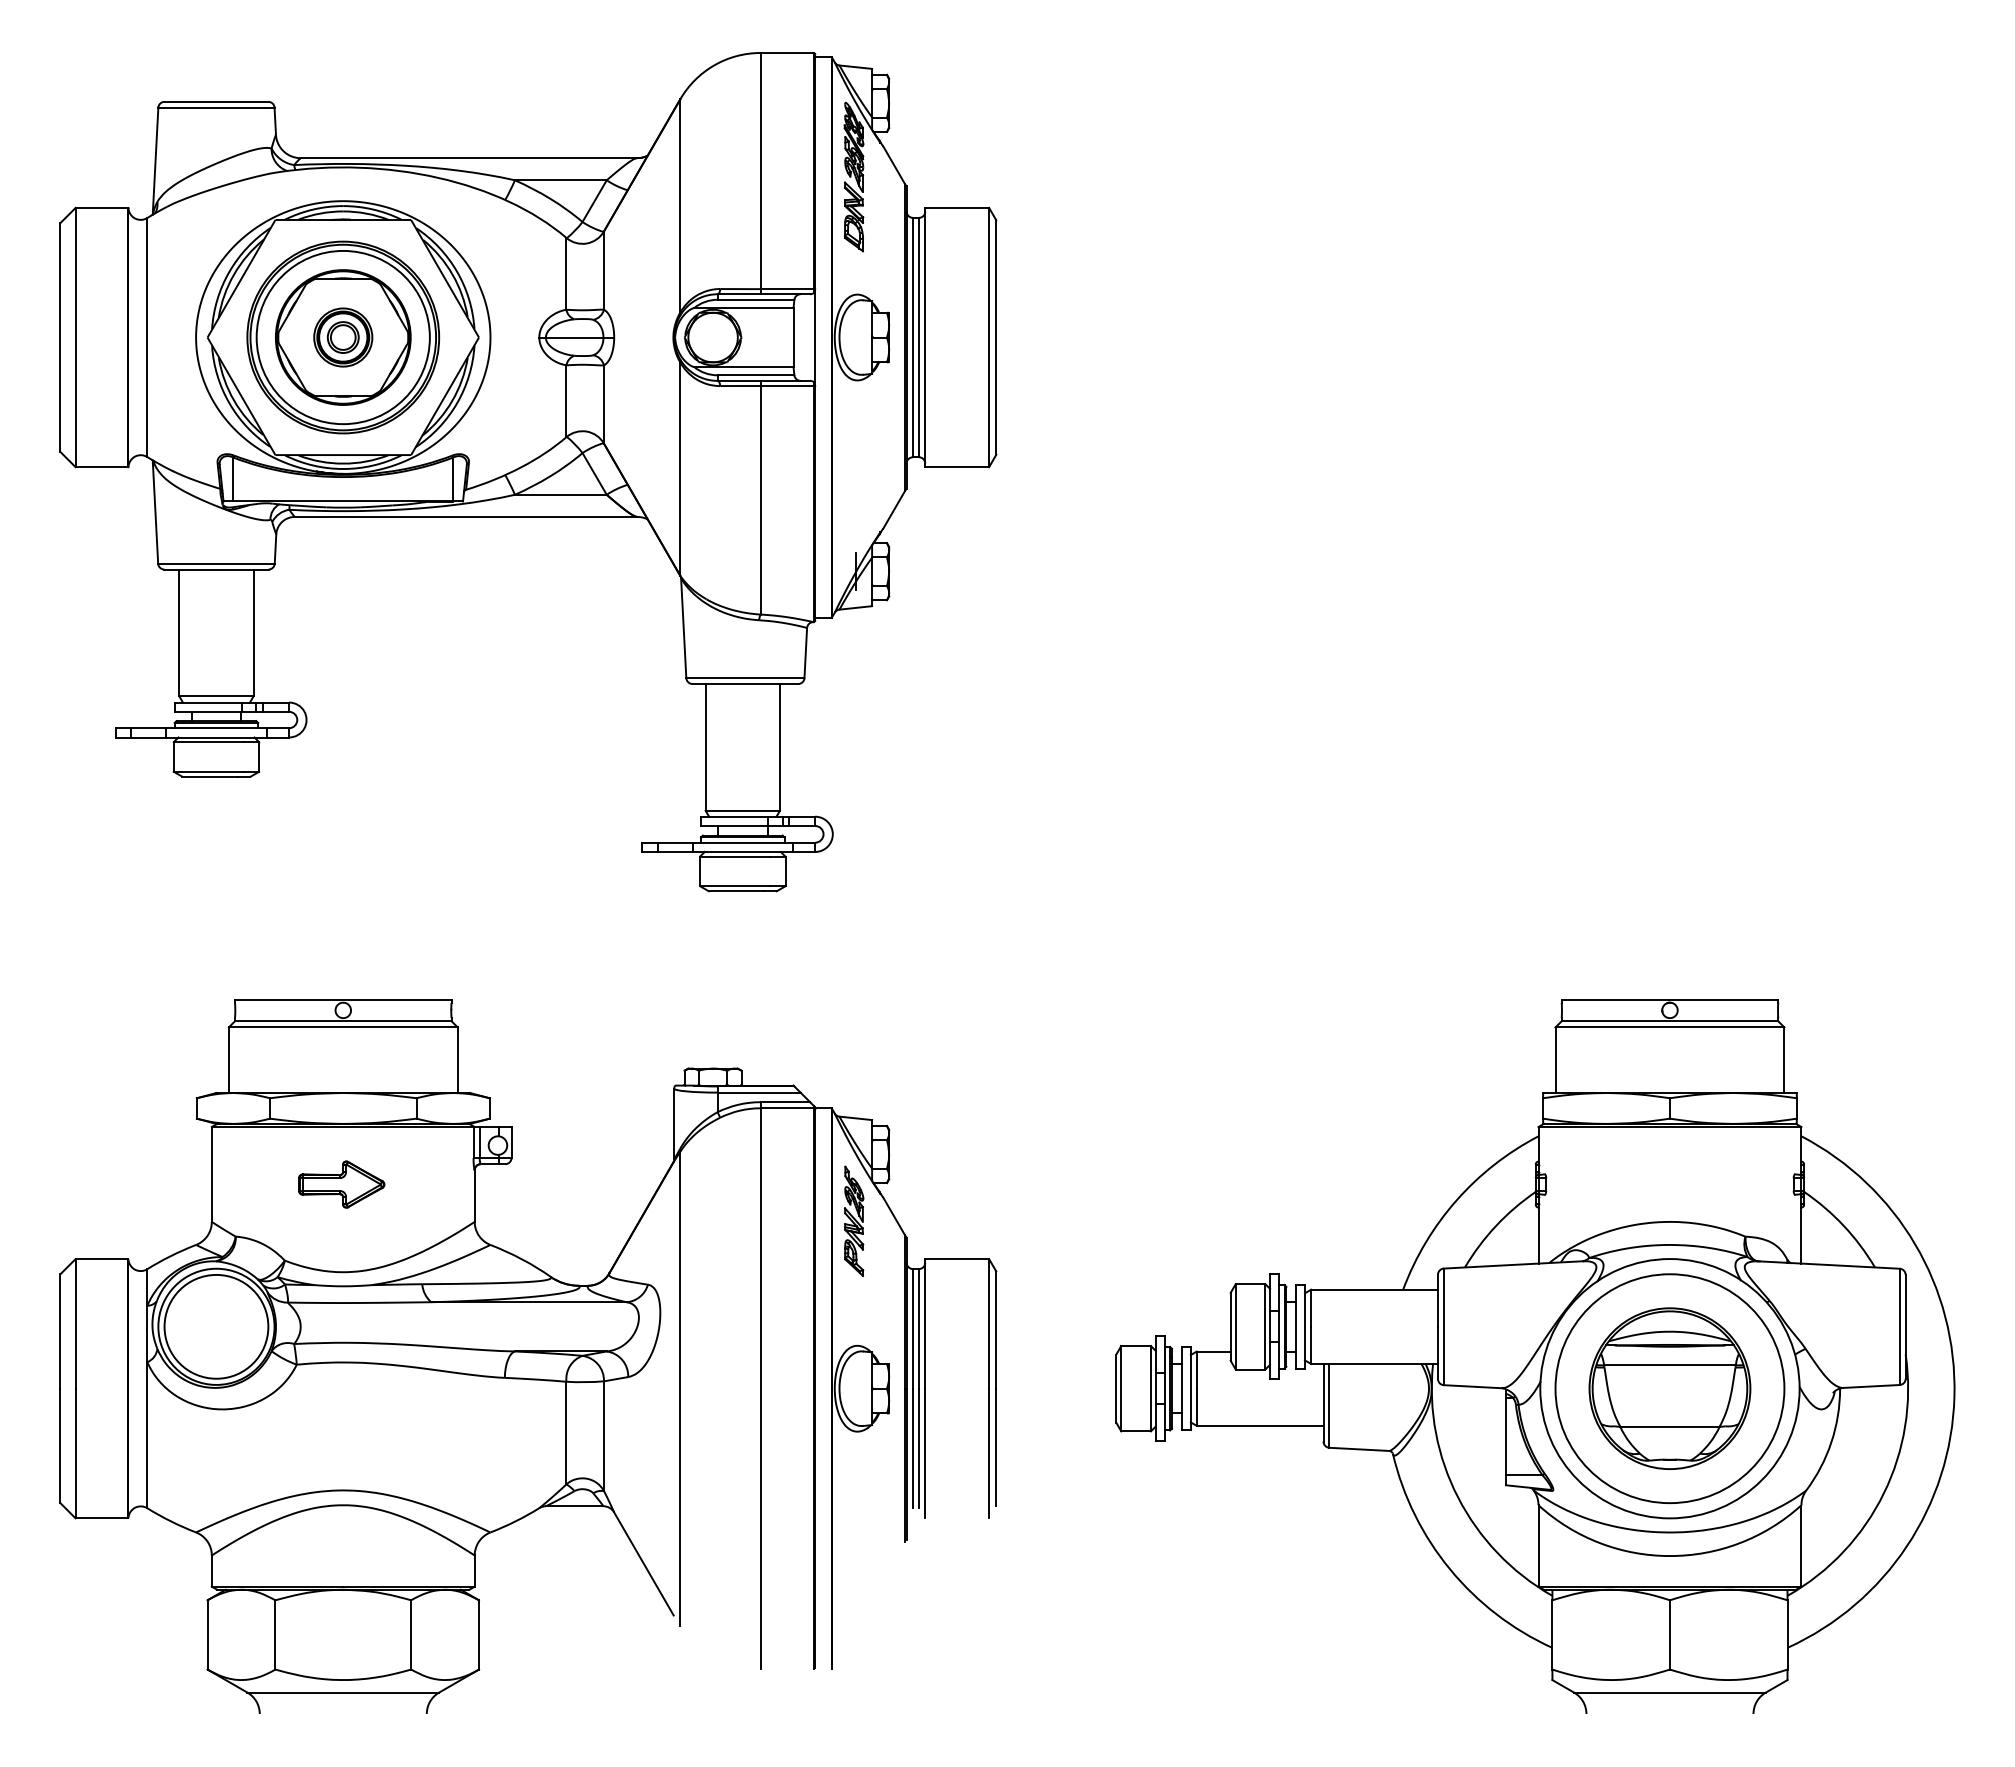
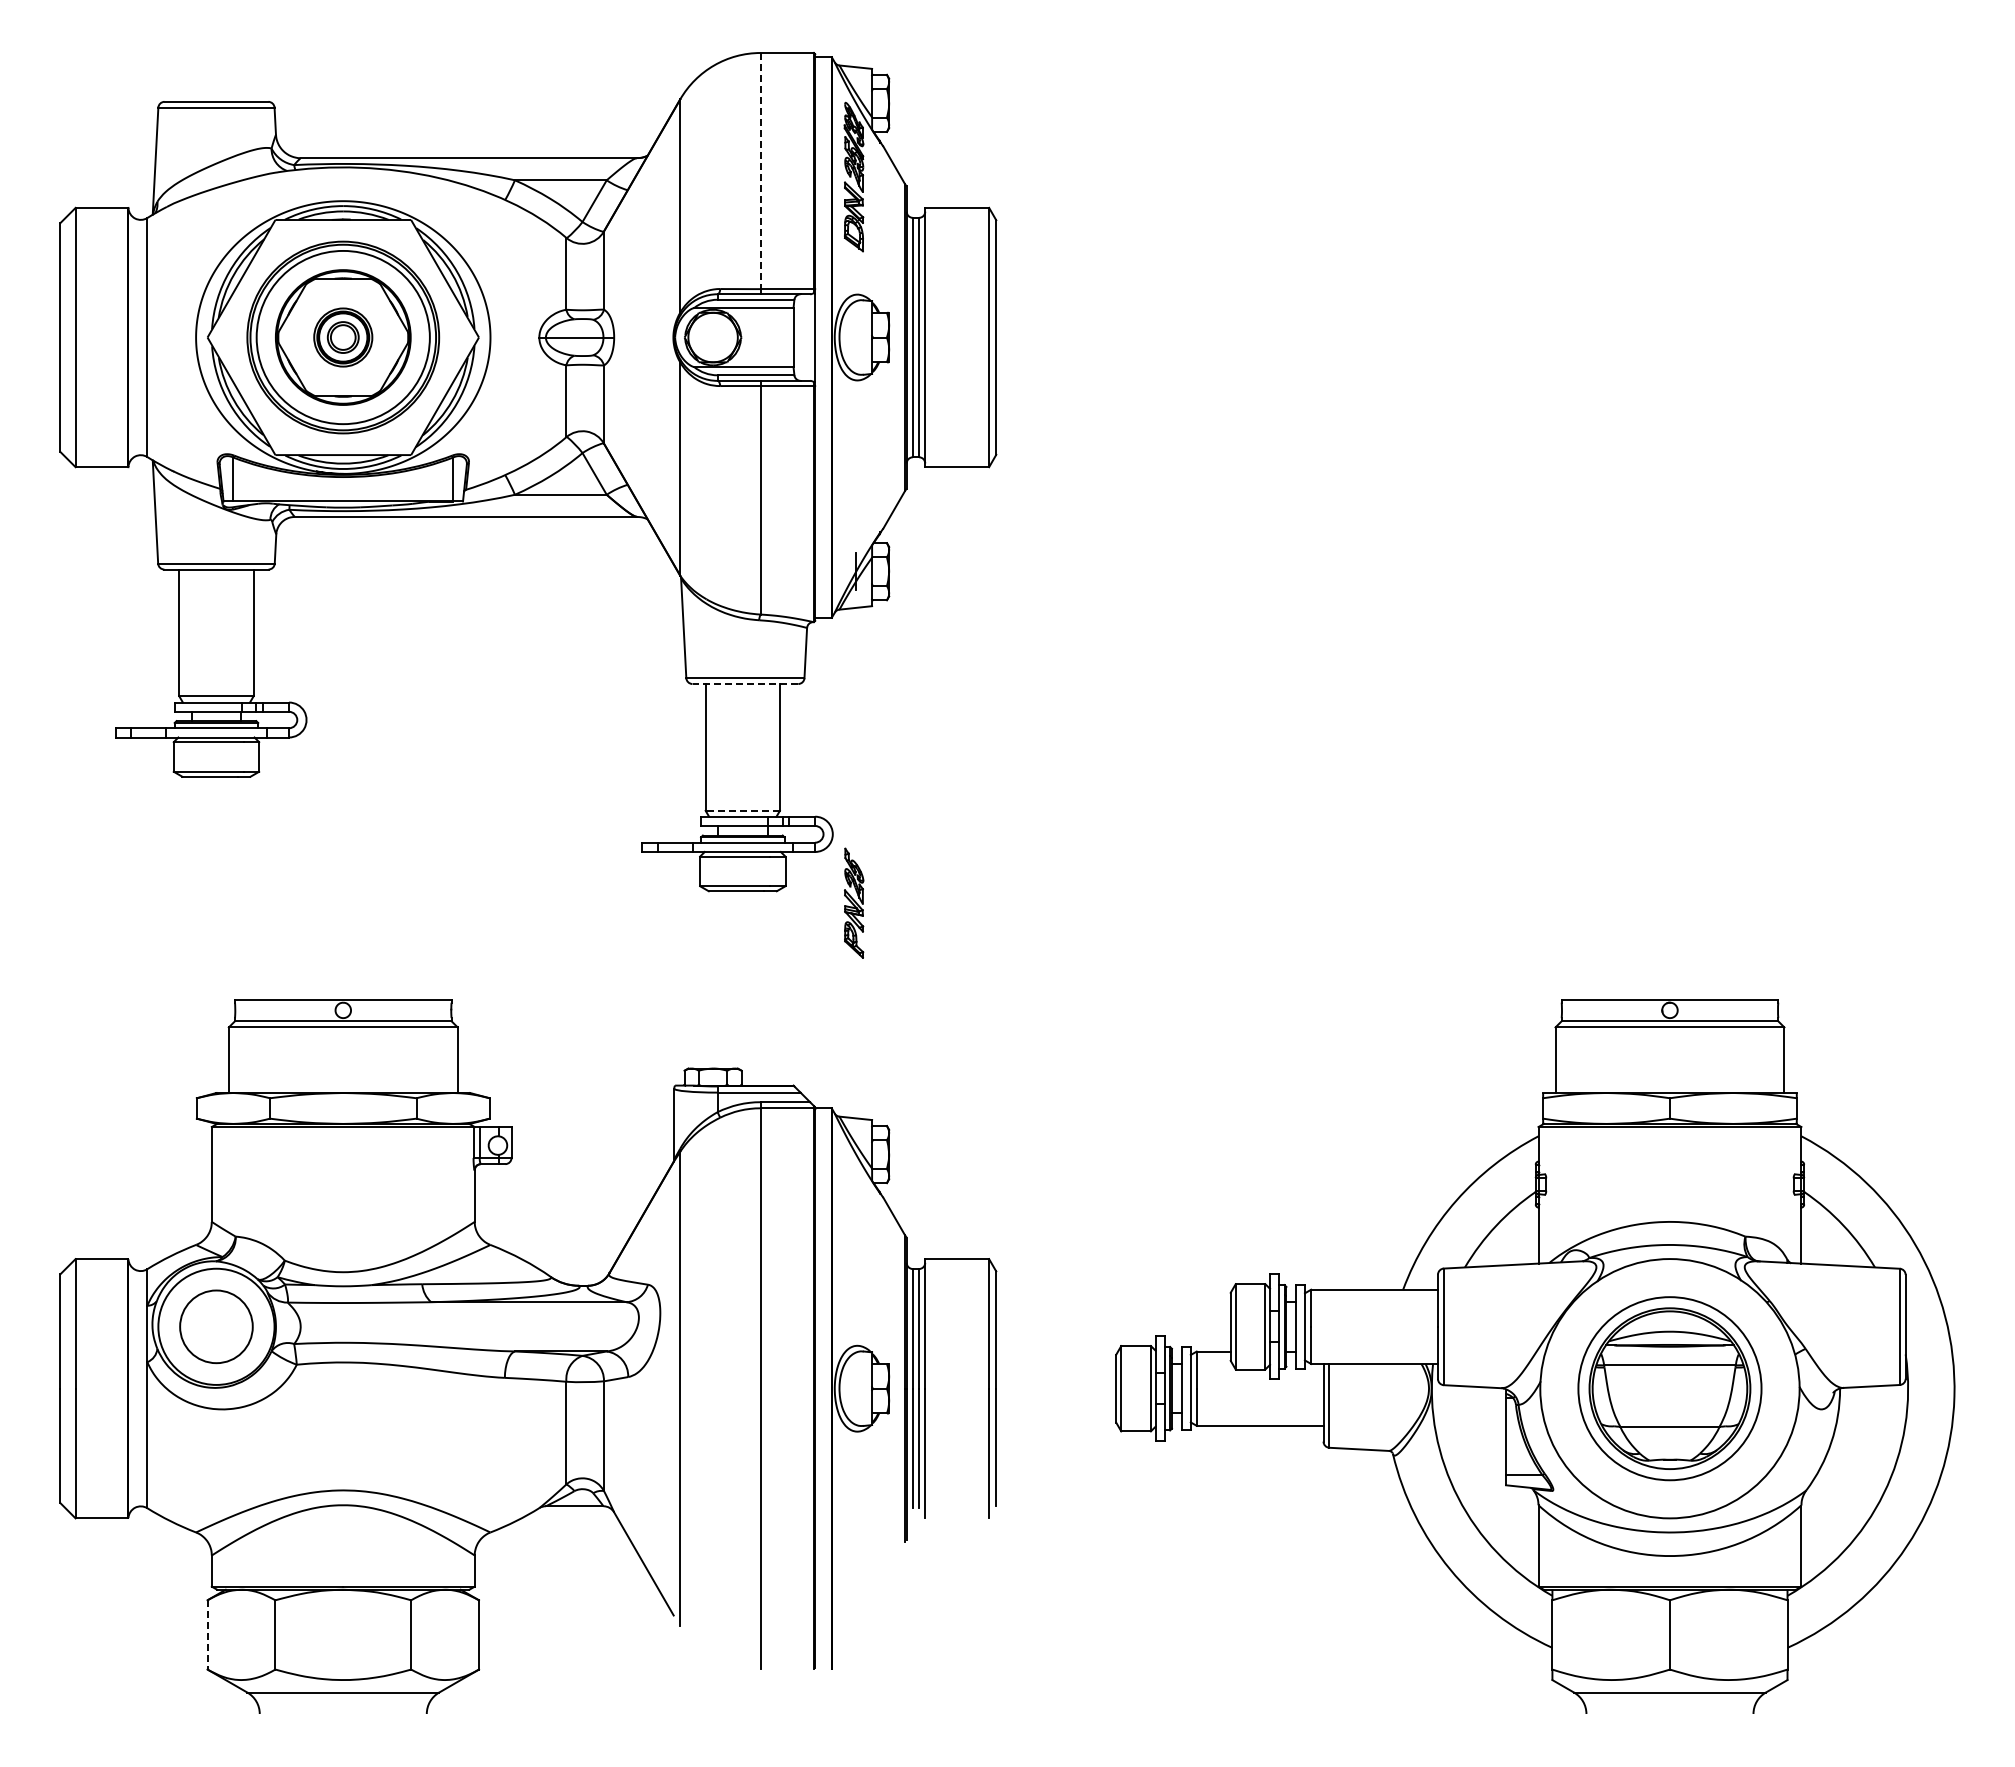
line at (760, 171): solid -> dashed
line at (745, 684): solid -> dashed
line at (742, 810): solid -> dashed
part at (341, 1184): present -> none
part at (854, 1220) position: (854, 1220) -> (854, 902)
circle at (216, 1326) diameter: 104 px -> 73 px
circle at (1669, 1388) diameter: 229 px -> 183 px
line at (207, 1634): solid -> dashed
